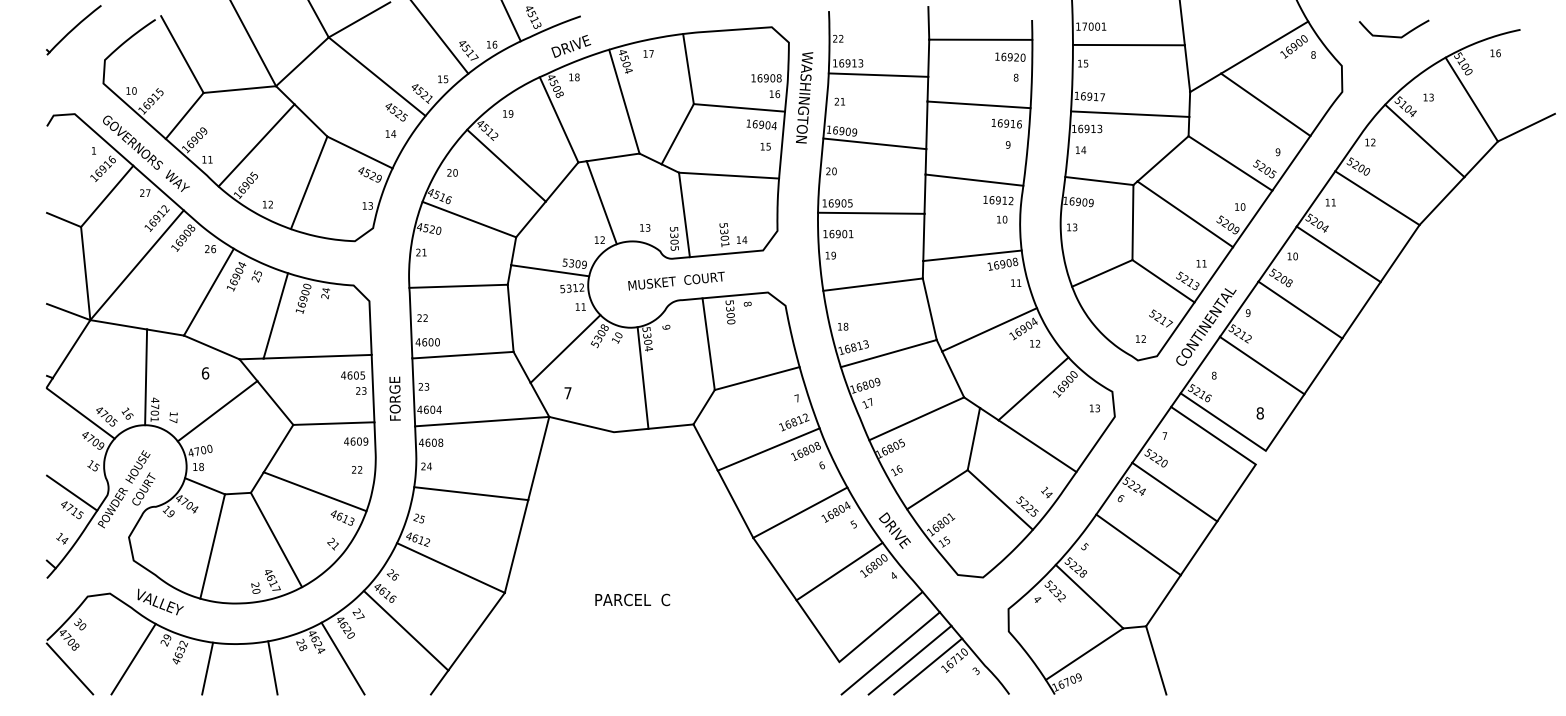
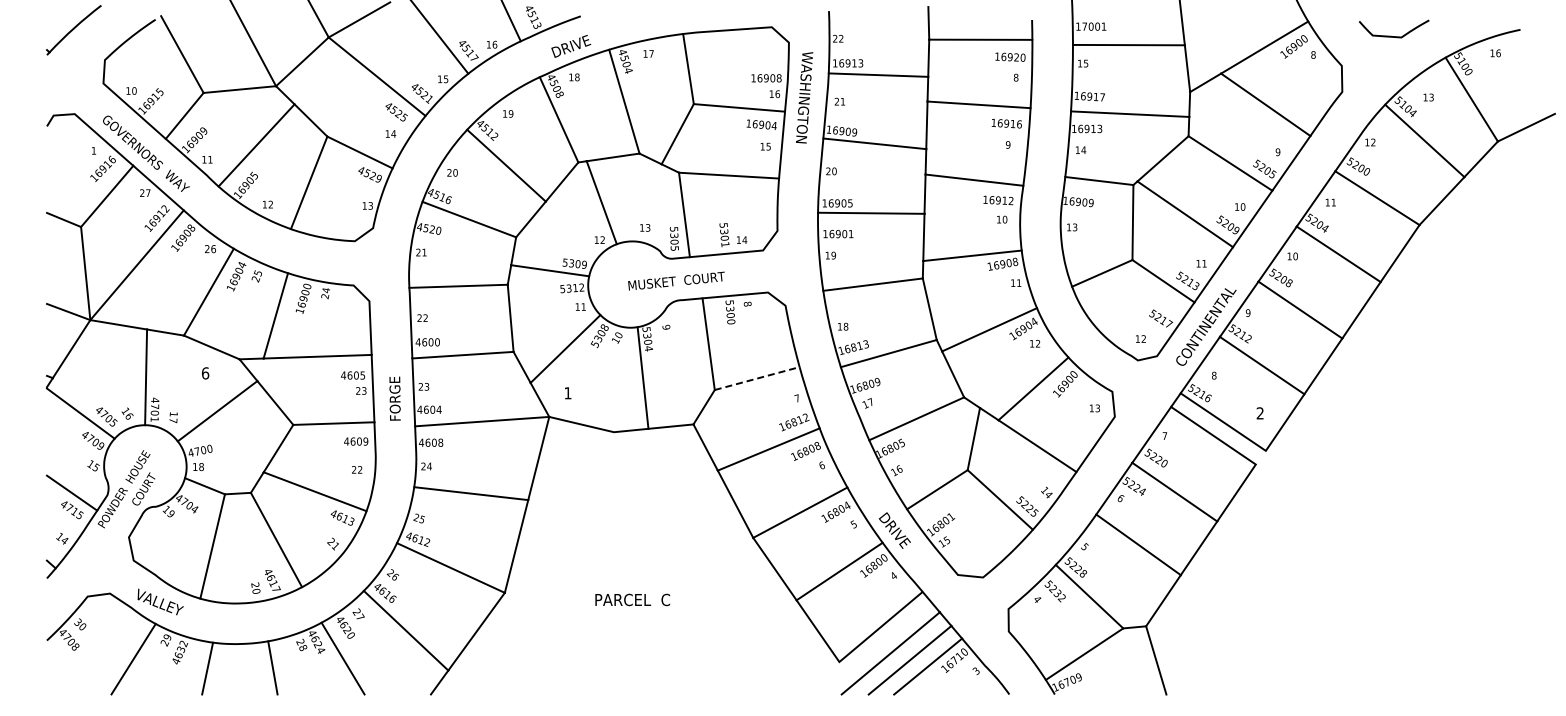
line at (757, 378): solid -> dashed
text at (567, 393): 7 -> 1
text at (1259, 413): 8 -> 2
line at (69, 668): present -> none
